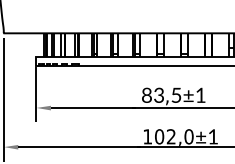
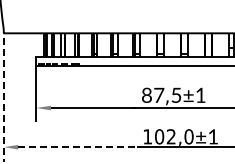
text at (159, 94): 83 -> 87
line at (4, 99): solid -> dashed
line at (79, 147): solid -> dashed
